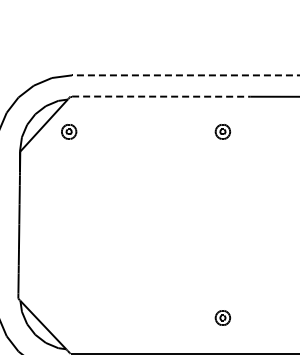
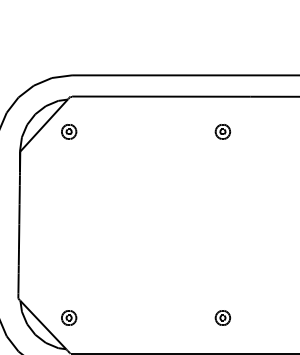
line at (186, 75): dashed -> solid
line at (161, 96): dashed -> solid
part at (69, 317): none -> present
